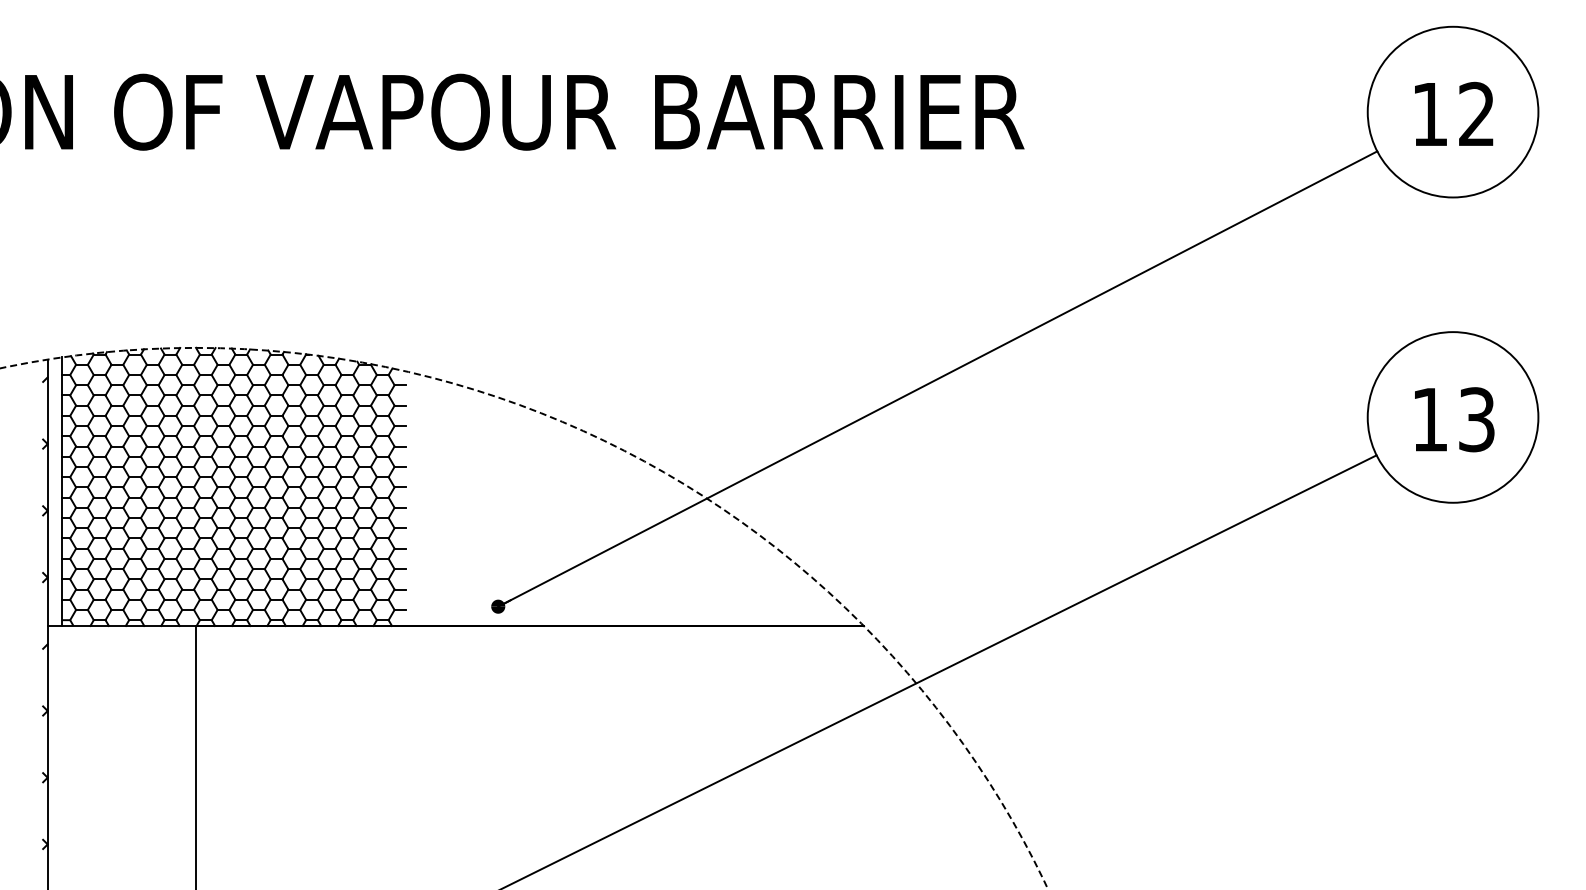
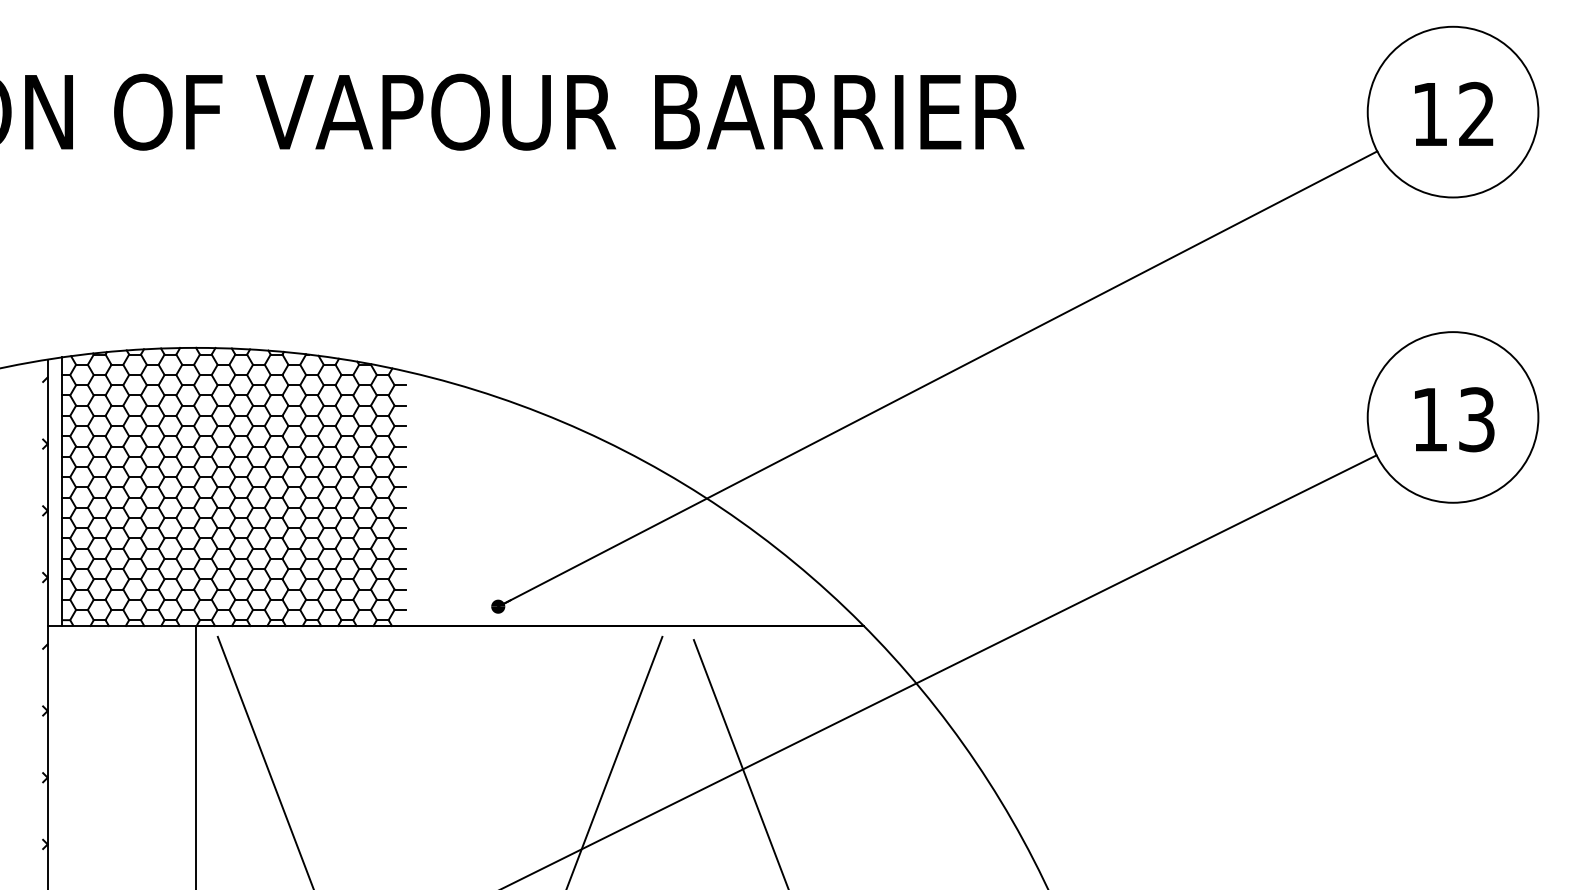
circle at (524, 618): dashed -> solid
line at (264, 761): none -> present
line at (614, 761): none -> present
line at (740, 763): none -> present
